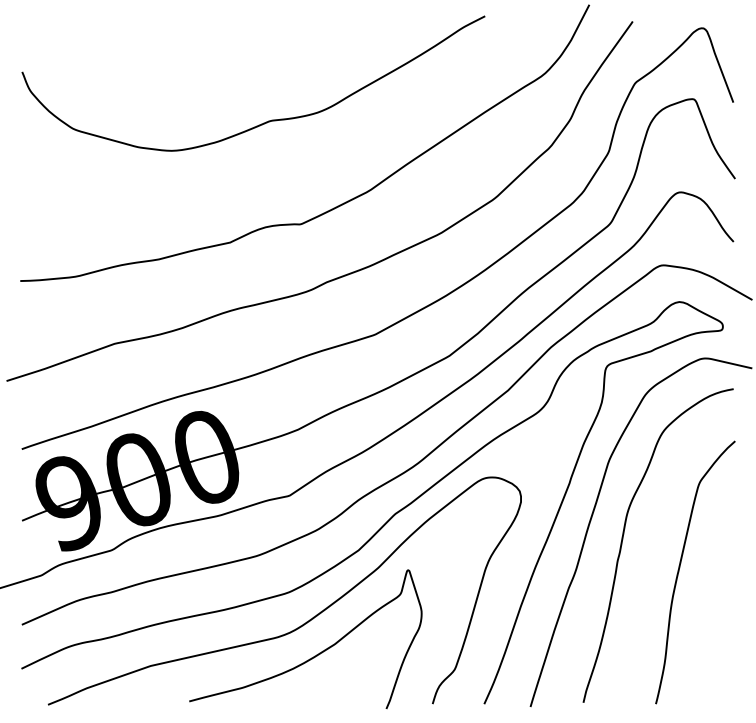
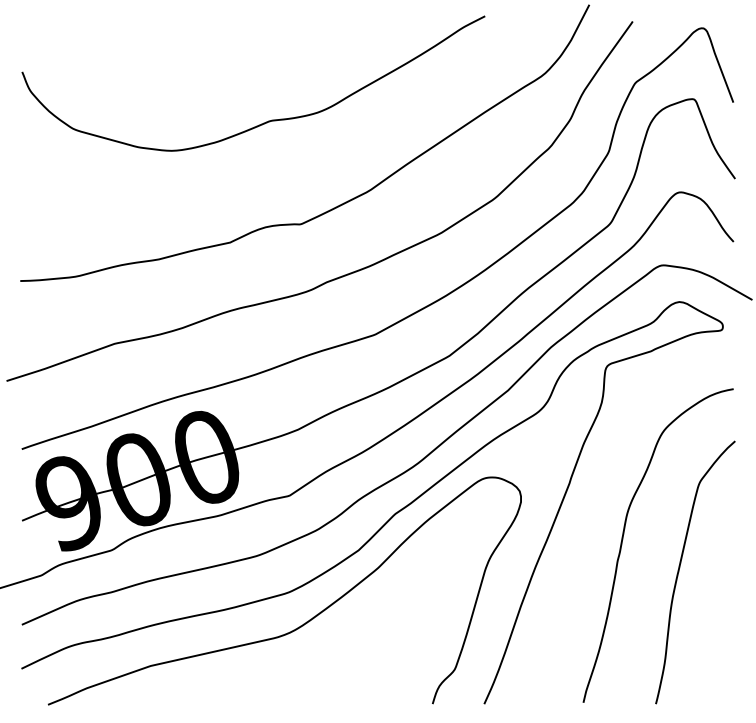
curve at (591, 521): present -> none
curve at (314, 655): present -> none
